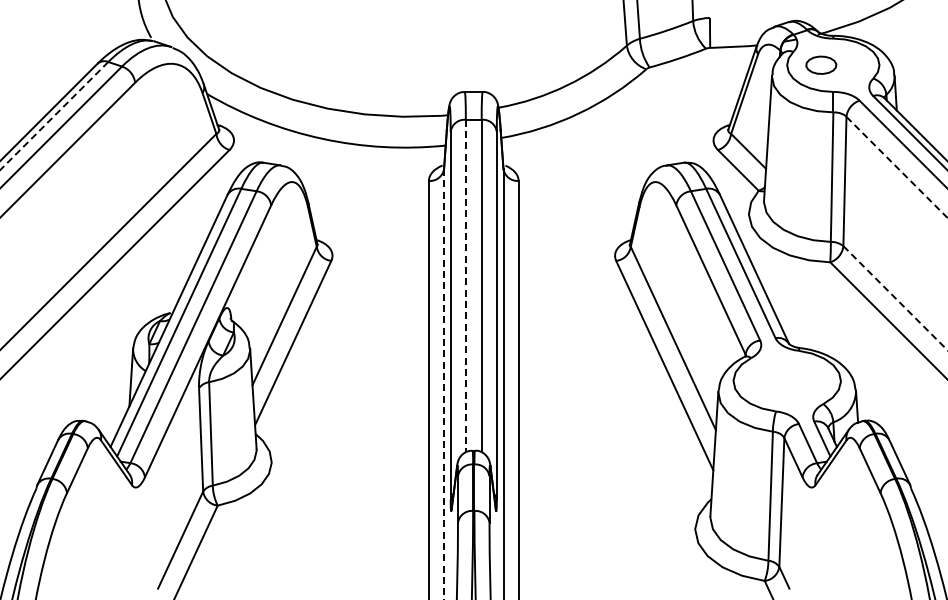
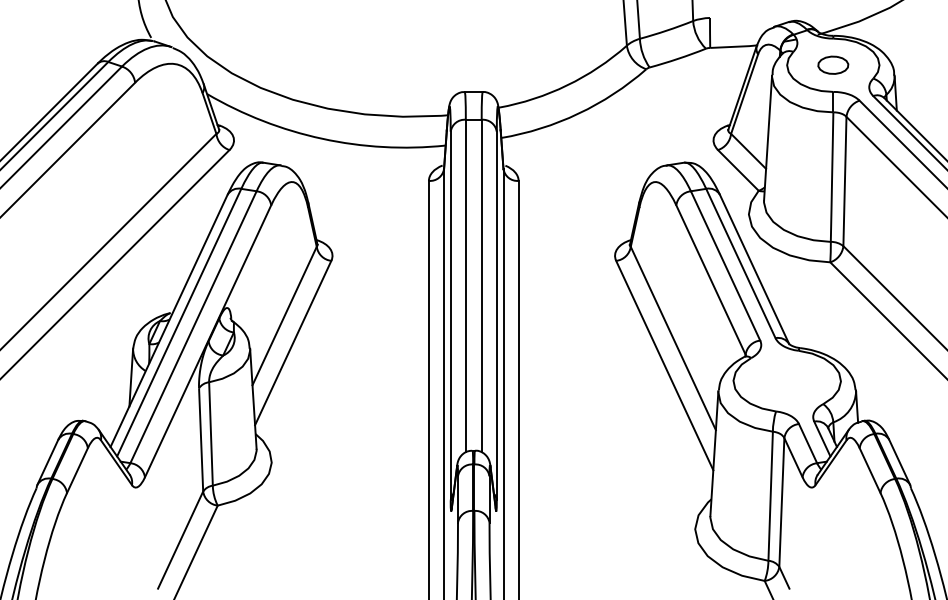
part at (821, 64) position: (821, 64) -> (833, 64)
line at (53, 116): dashed -> solid
line at (896, 167): dashed -> solid
line at (465, 286): dashed -> solid
line at (895, 298): dashed -> solid
line at (444, 384): dashed -> solid
